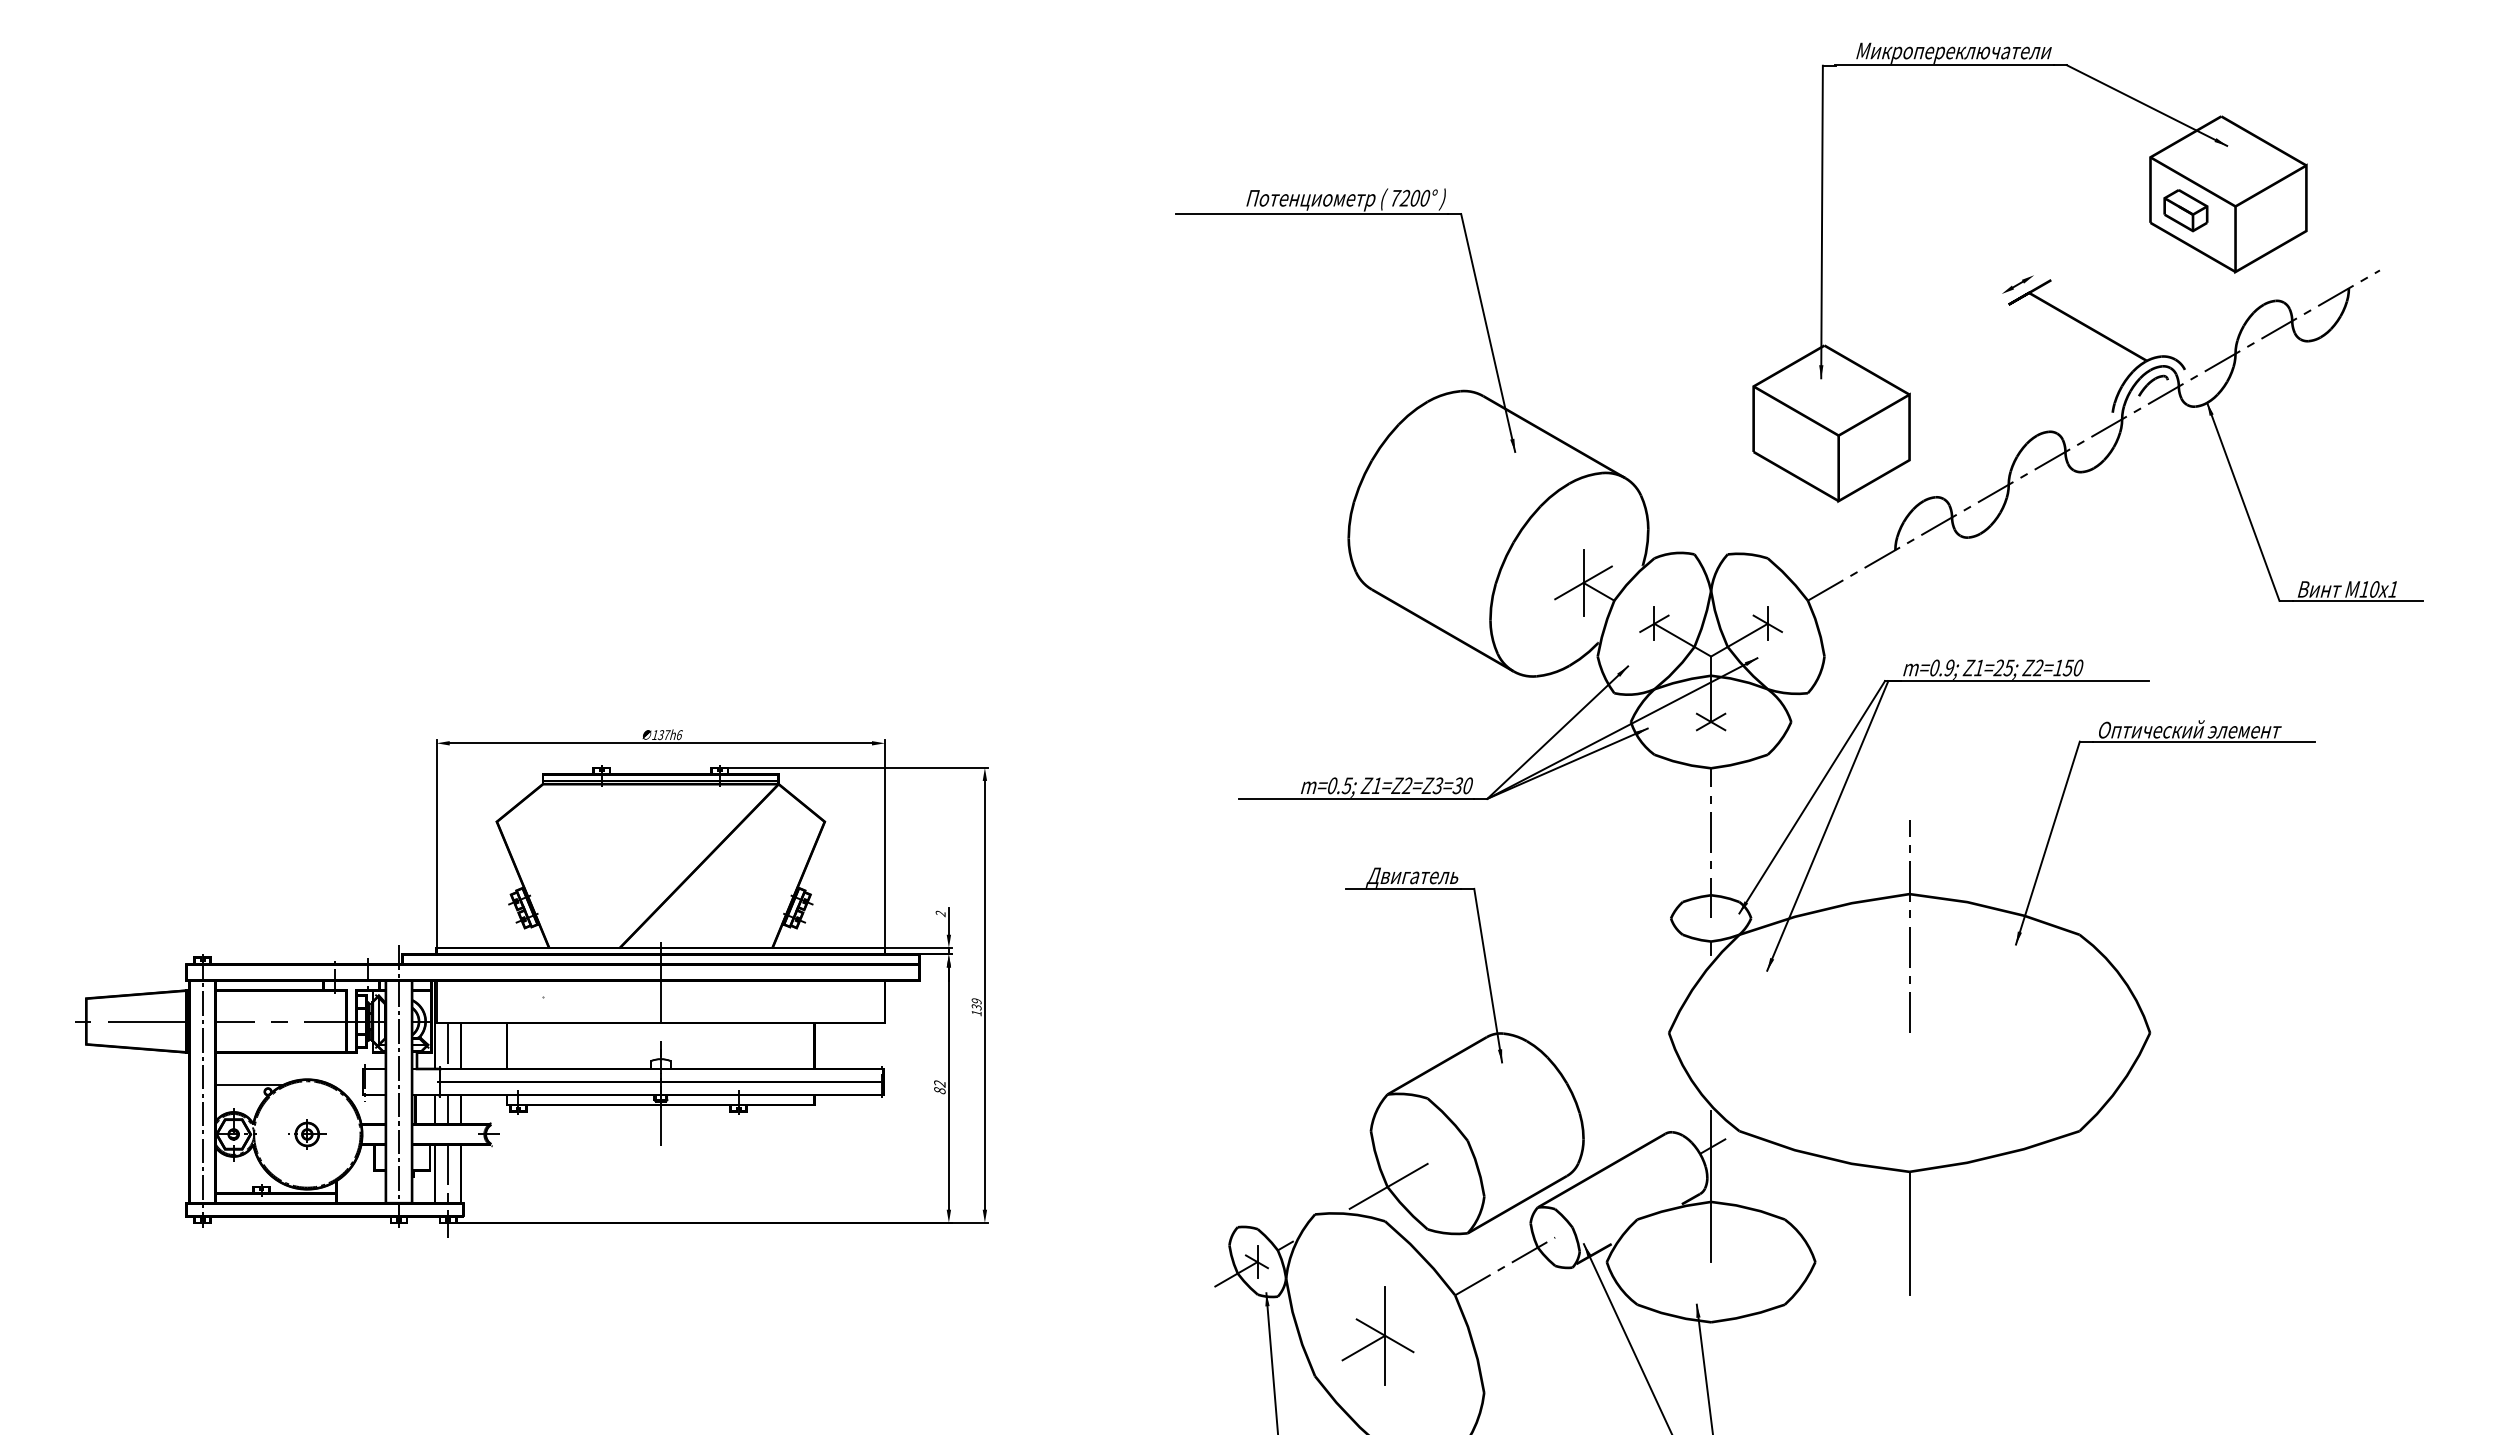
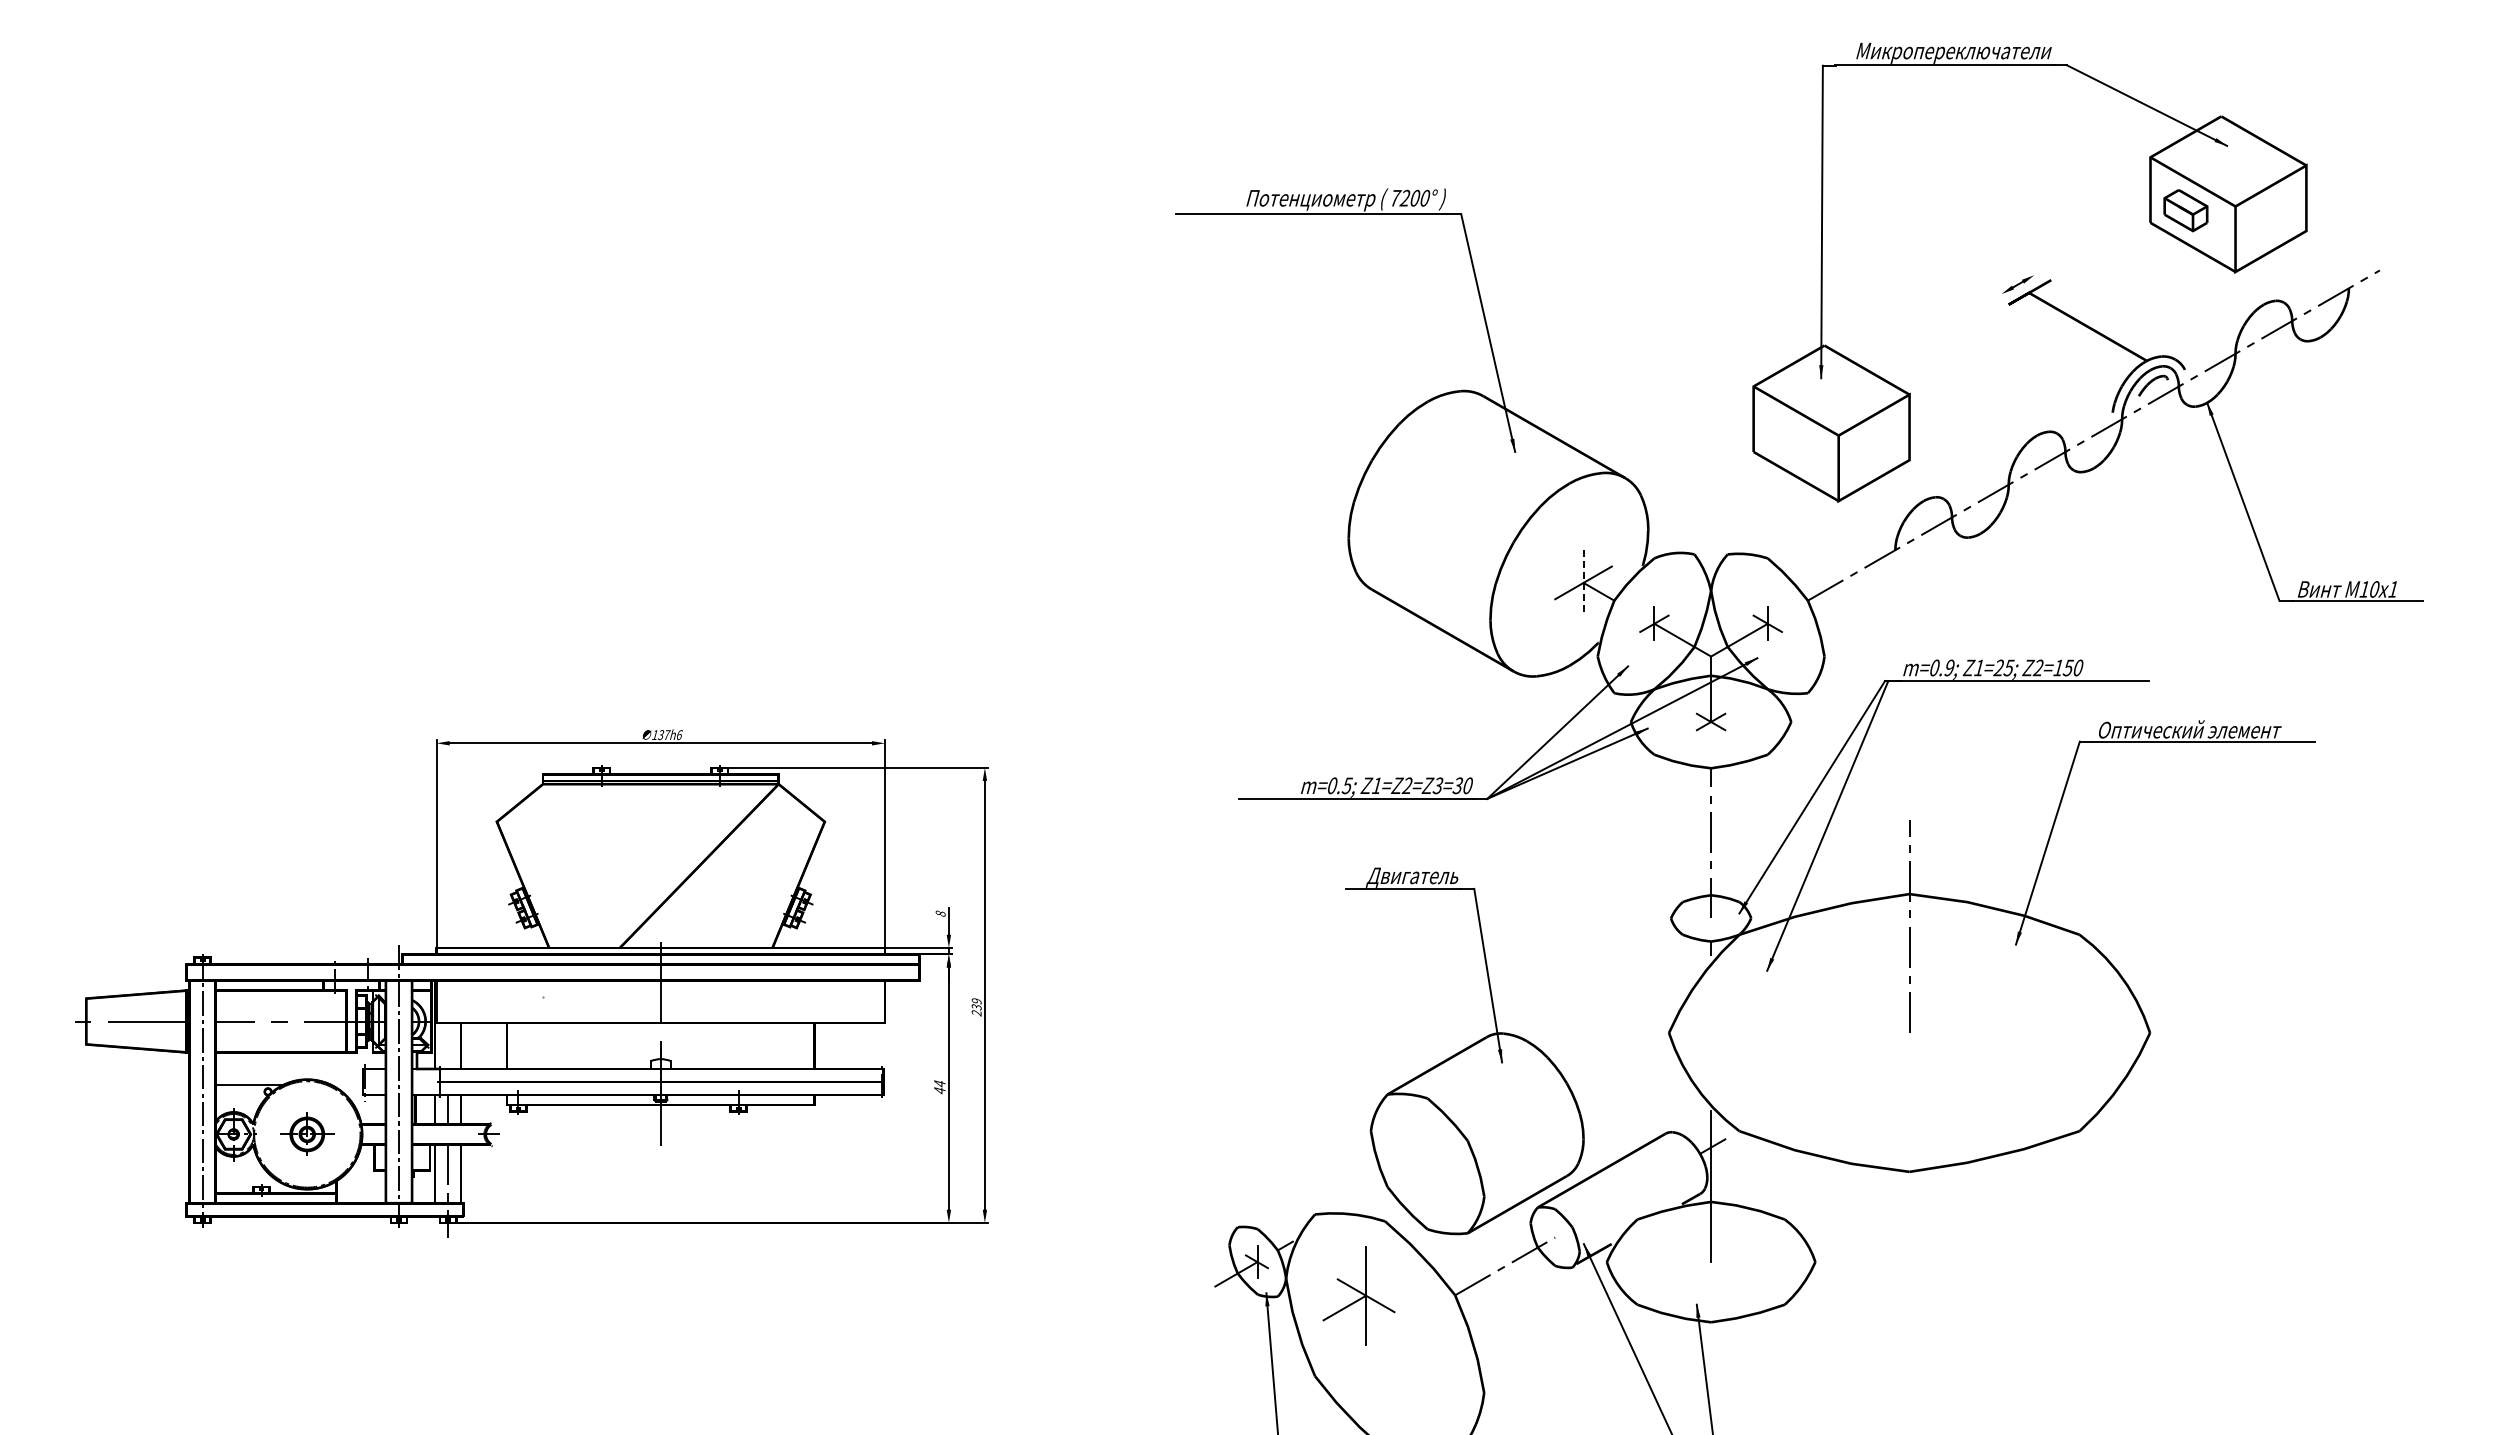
line at (1583, 582): solid -> dashed
text at (940, 913): 2 -> 8
text at (976, 1013): 139 -> 239
line at (448, 1045): present -> none
text at (939, 1087): 82 -> 44
part at (307, 1134) size: 39x31 px -> 55x44 px
line at (1388, 1185): present -> none
line at (1909, 1232): present -> none
part at (1377, 1335) position: (1377, 1335) -> (1358, 1295)
